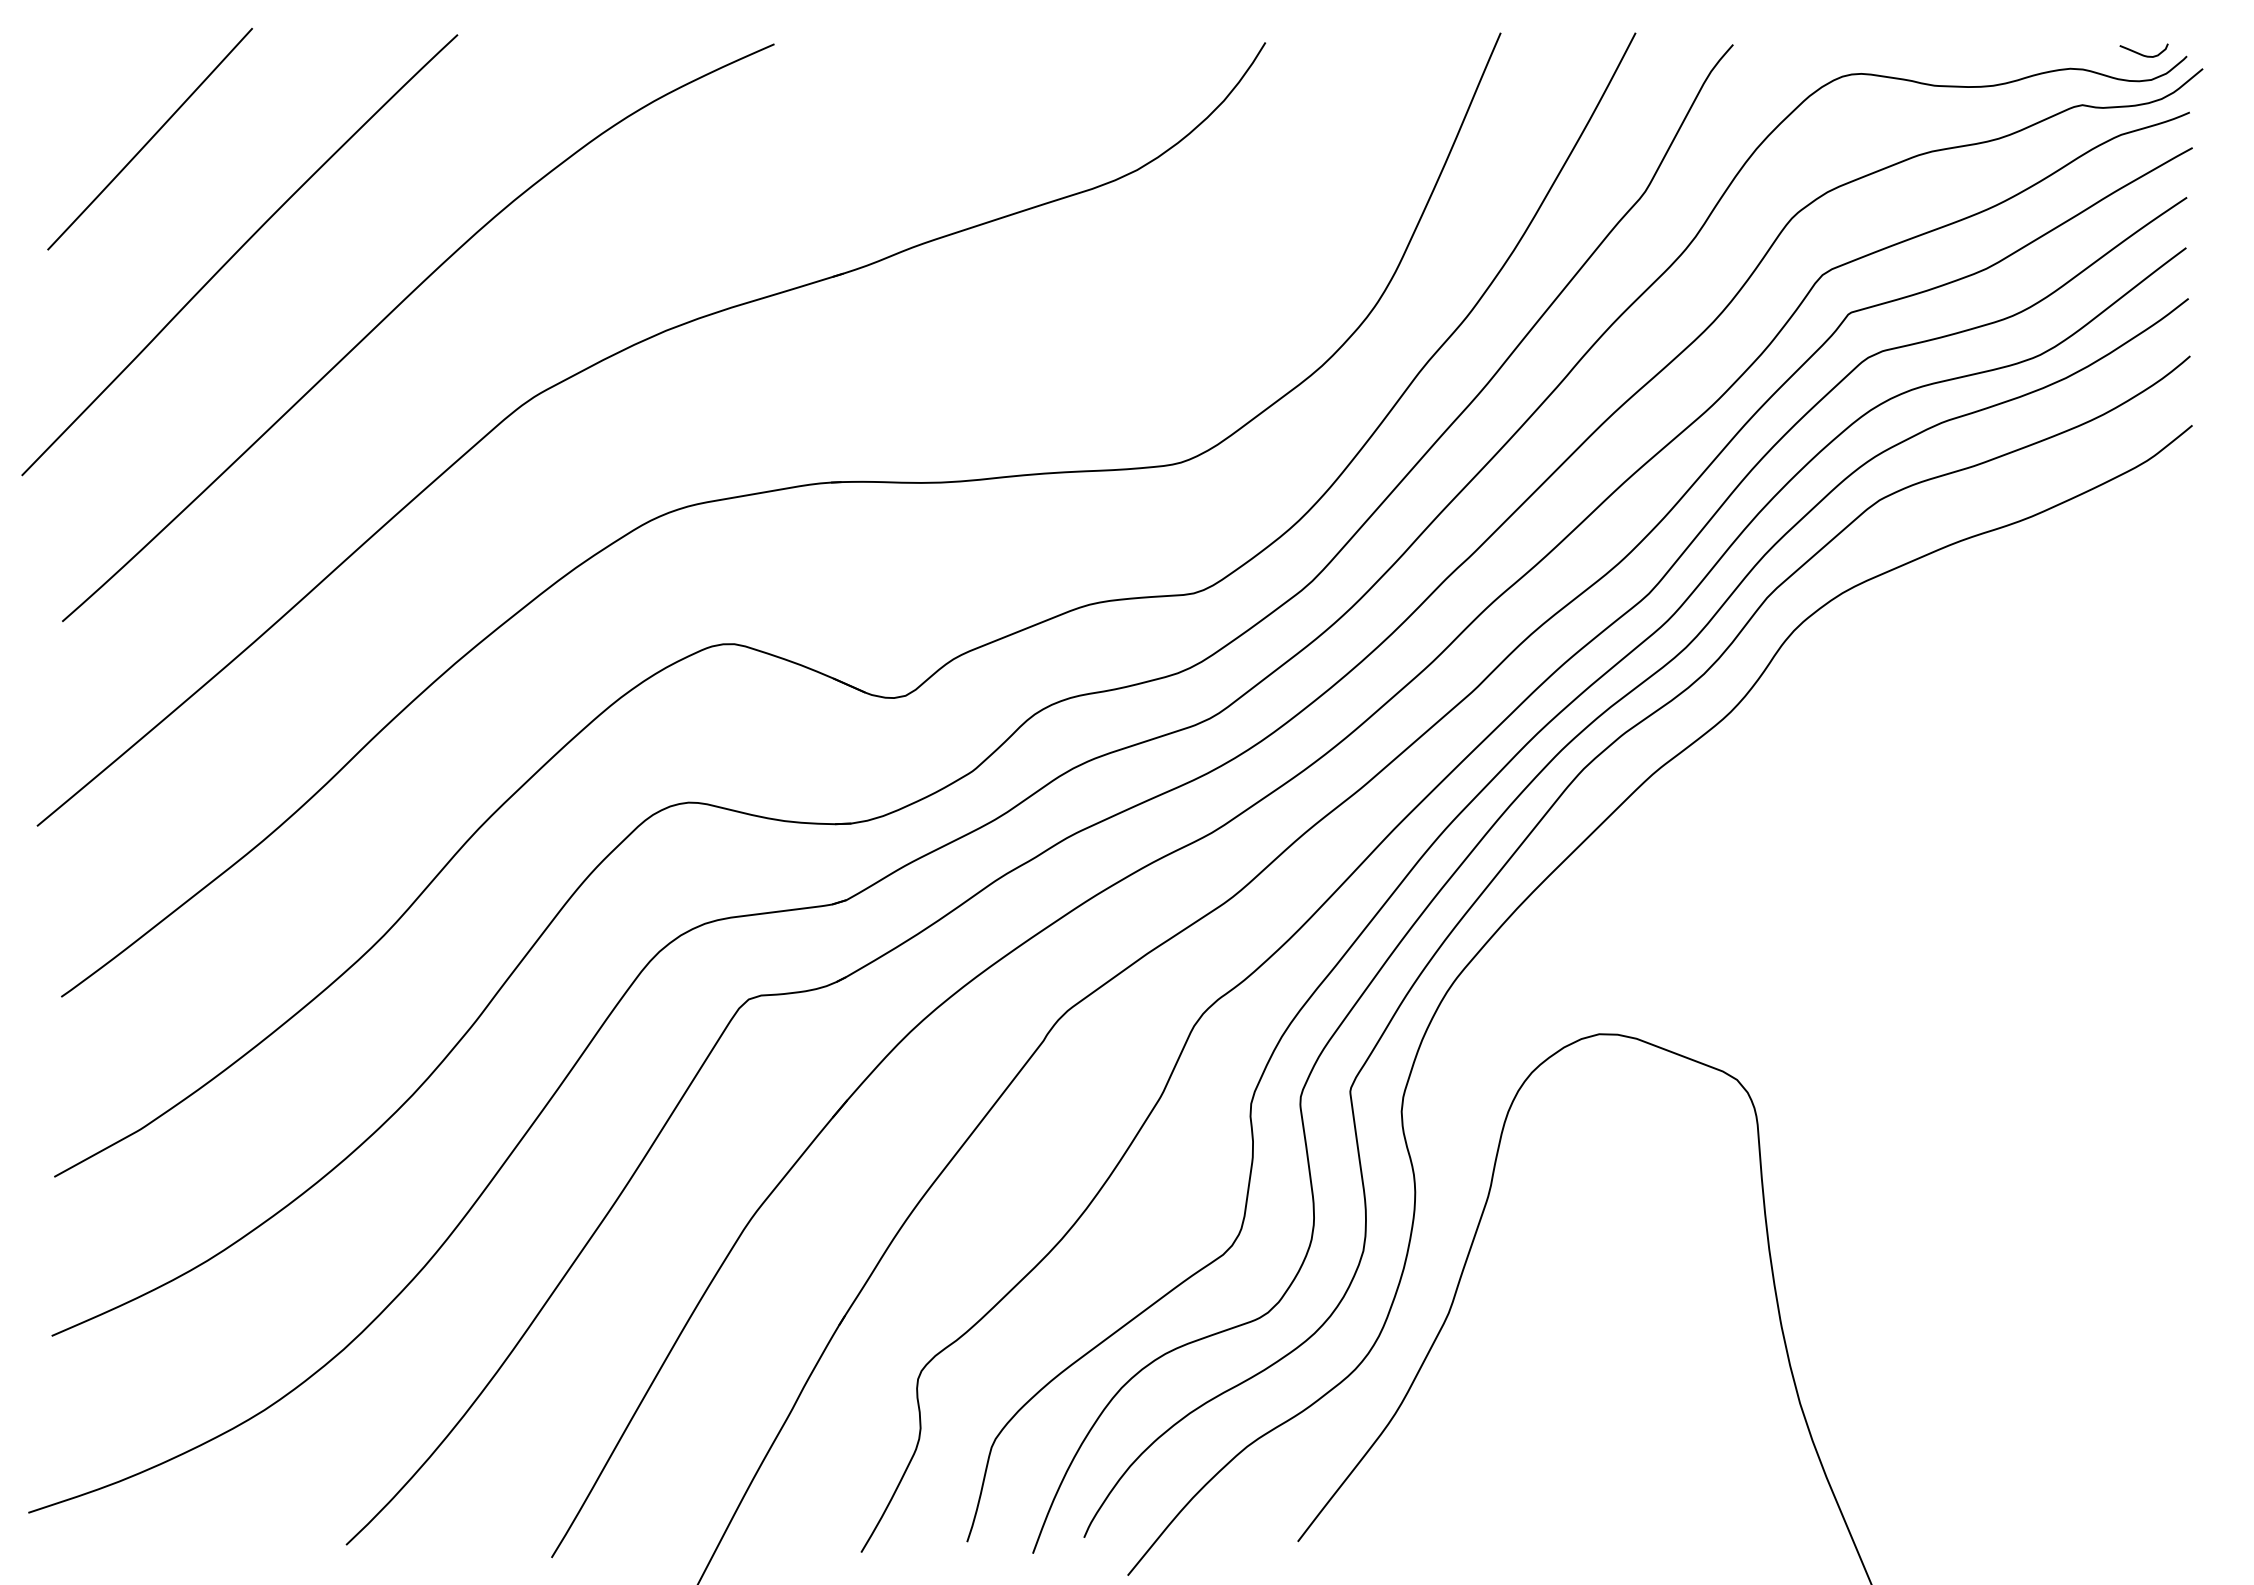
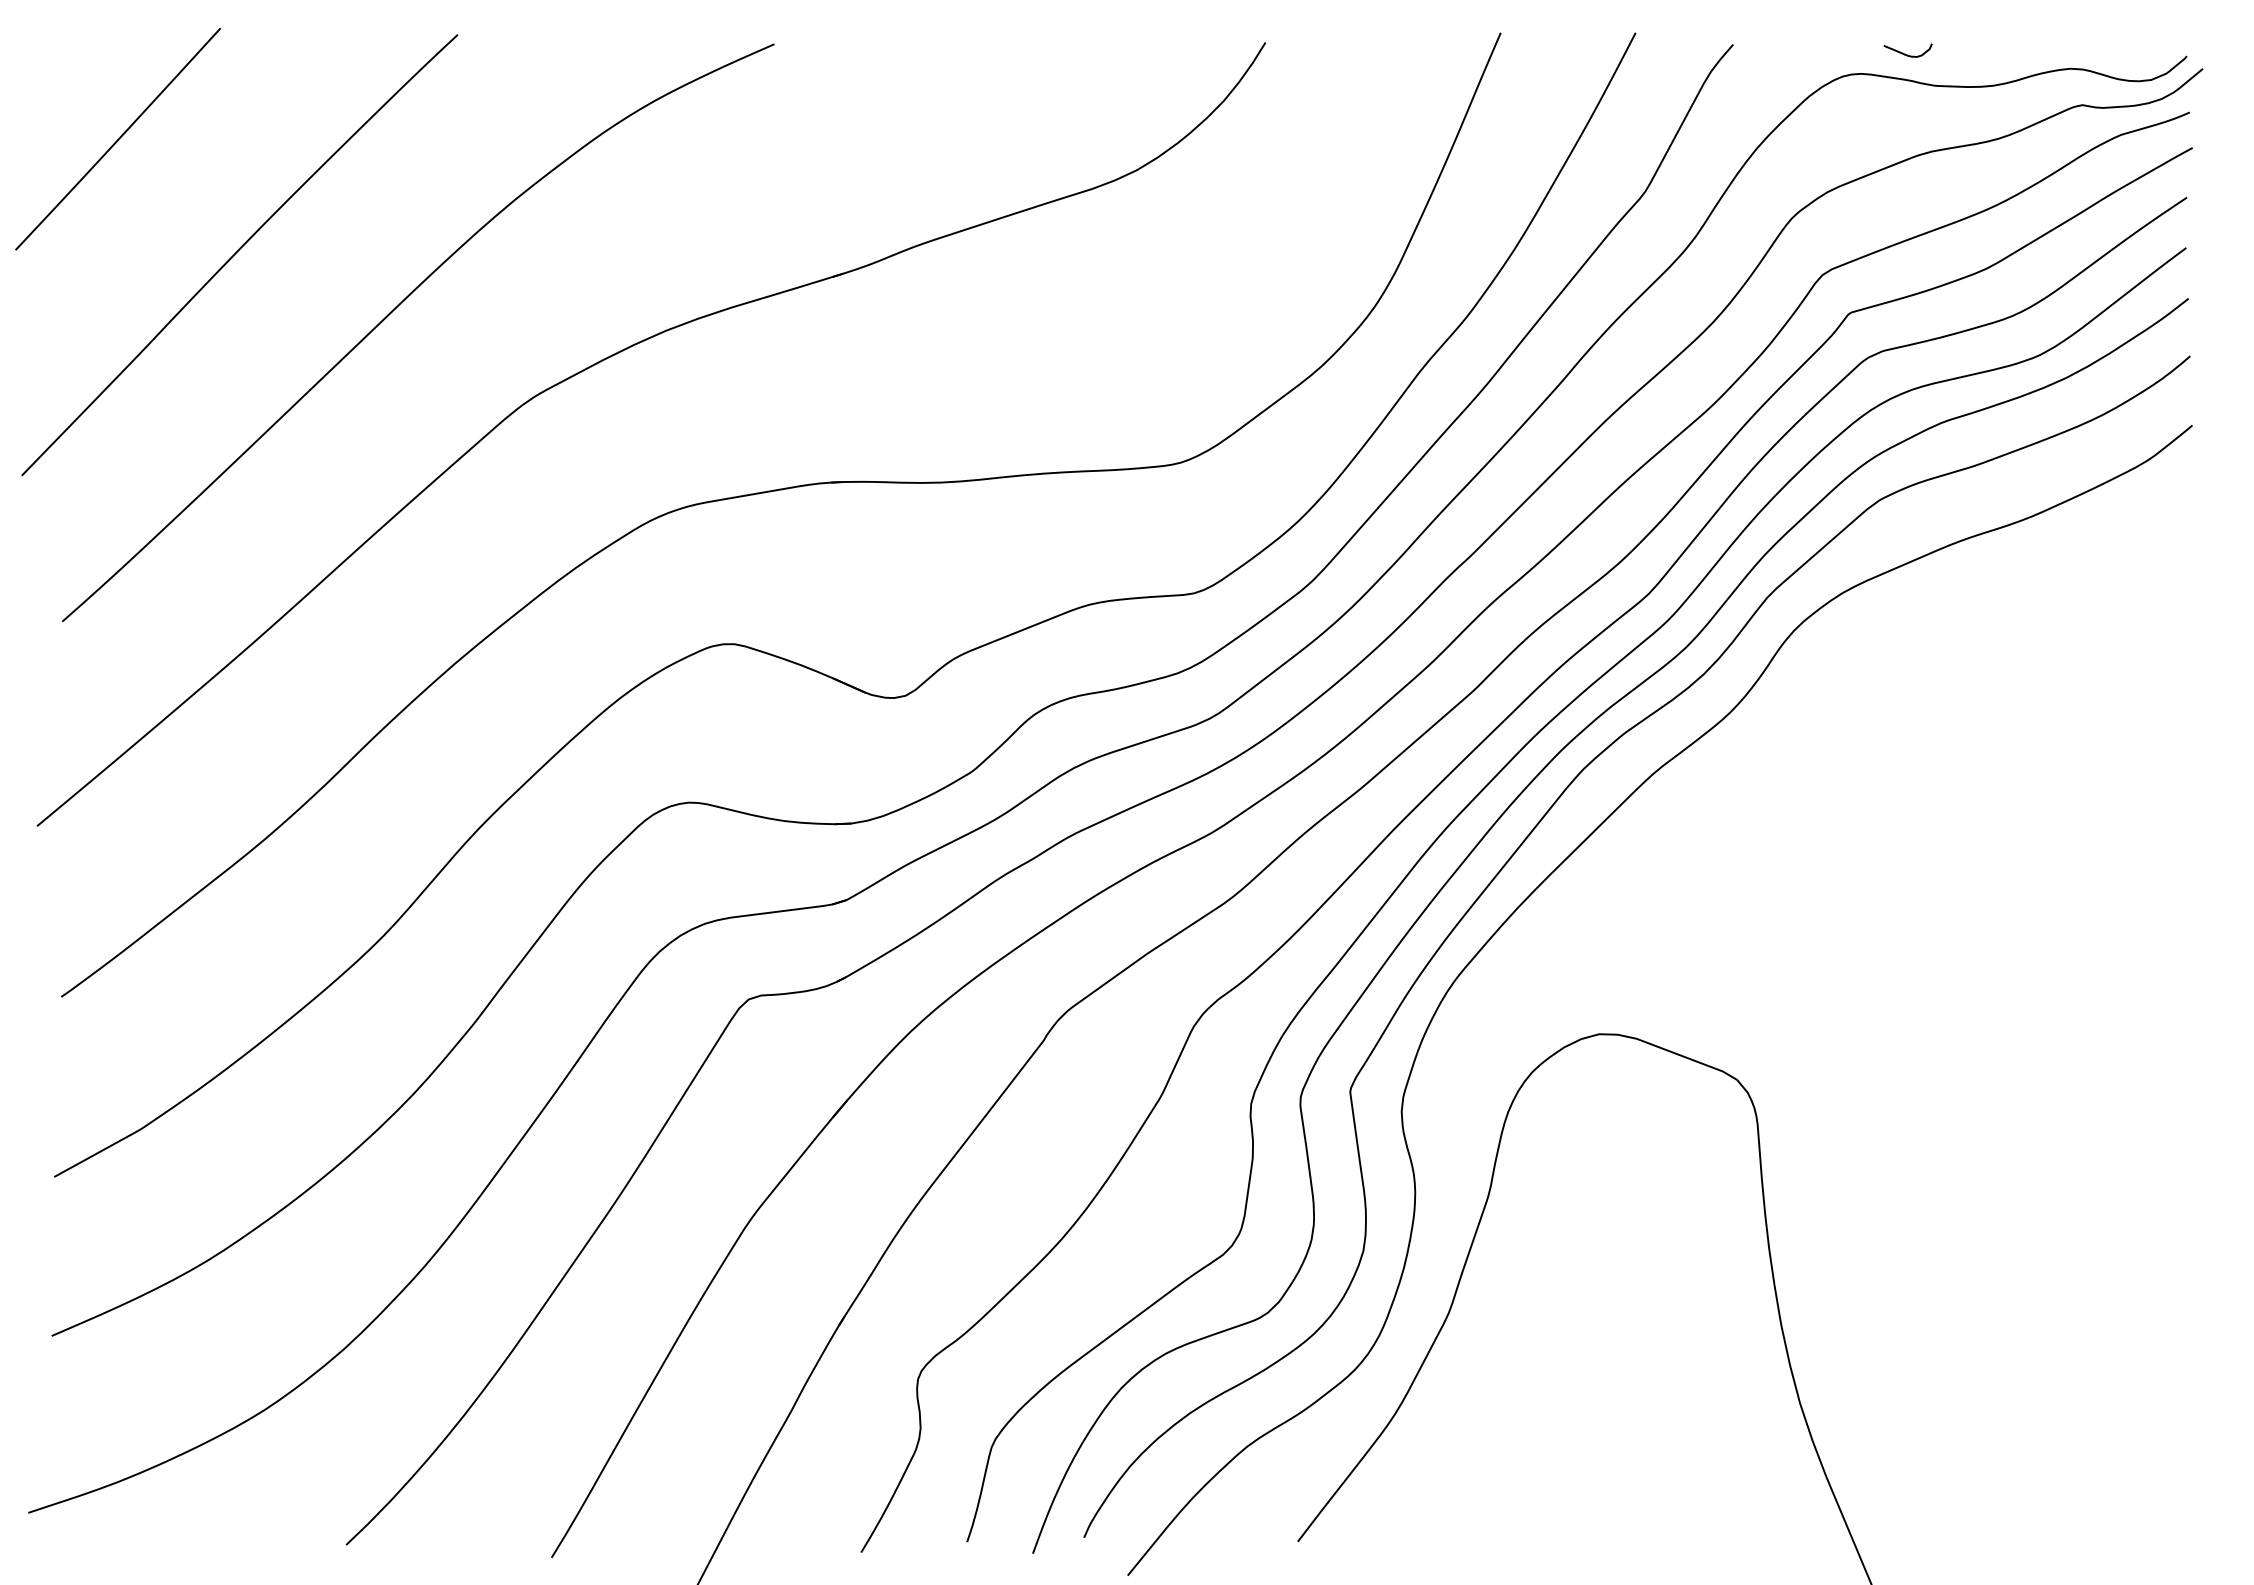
curve at (2141, 53) position: (2141, 53) -> (1905, 53)
line at (149, 139) position: (149, 139) -> (117, 139)
